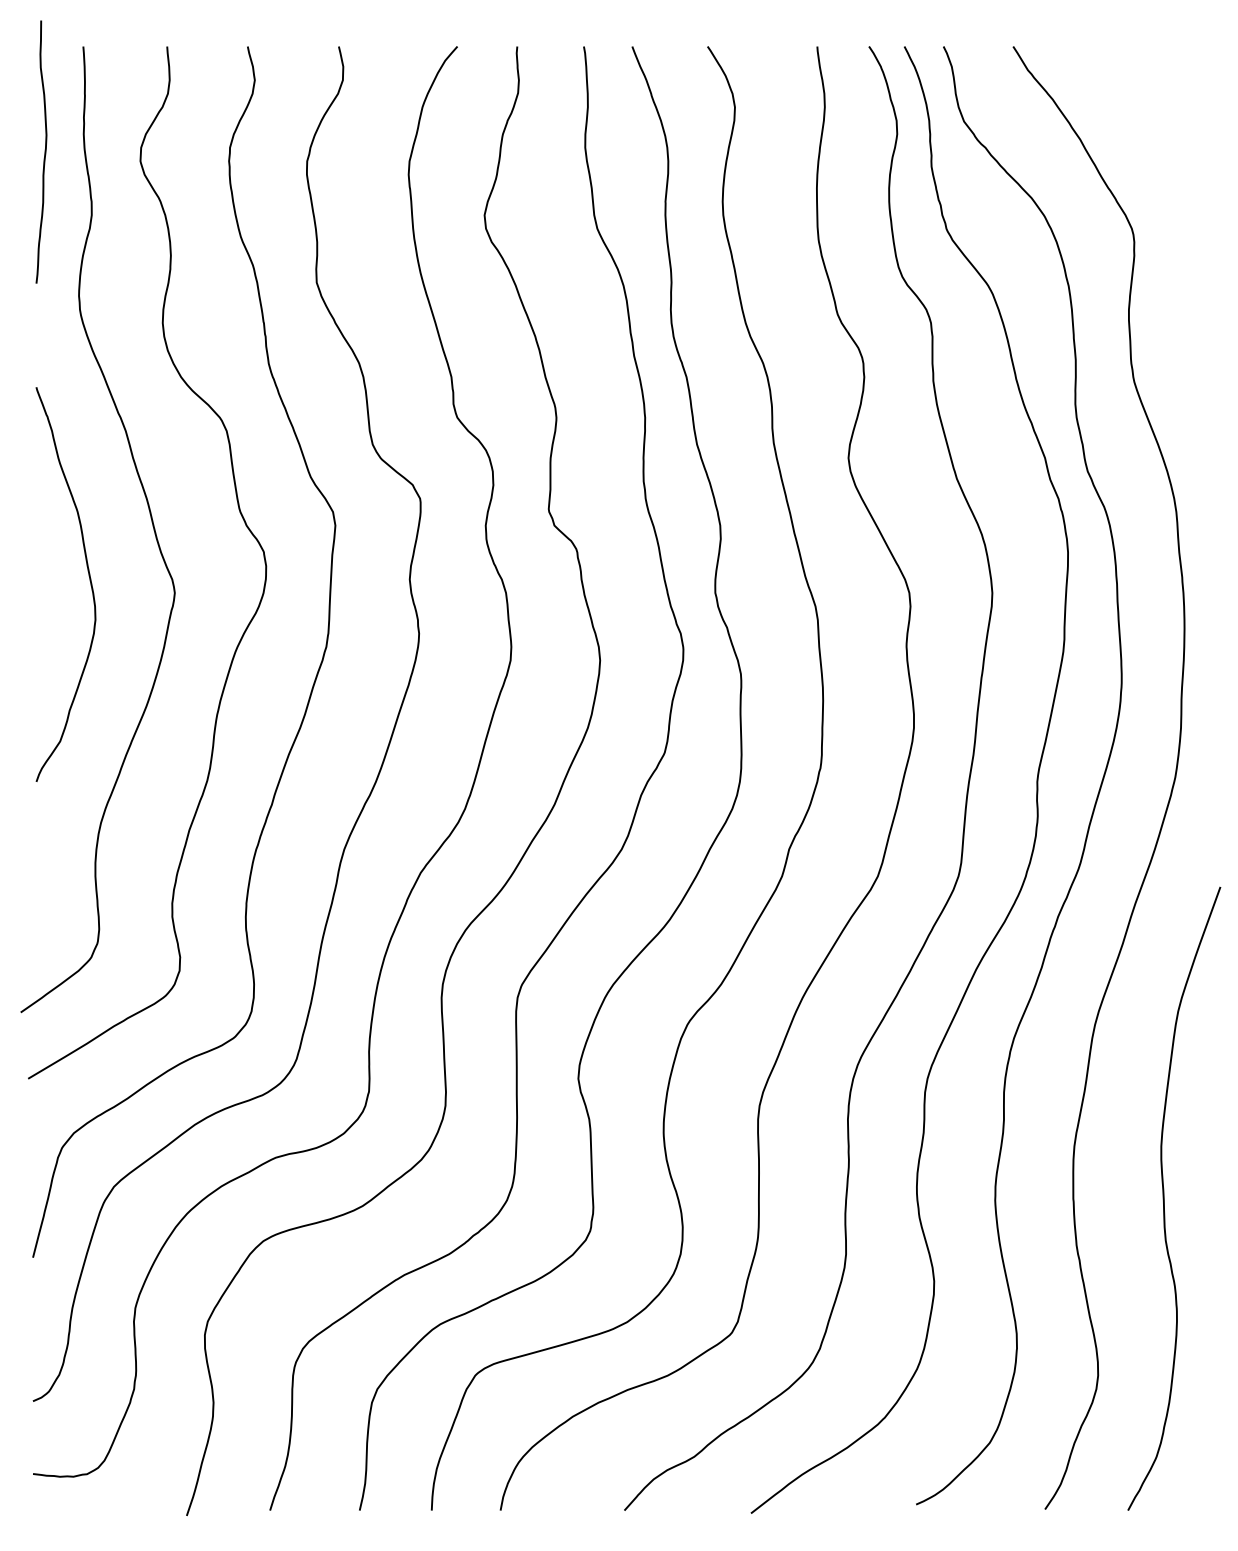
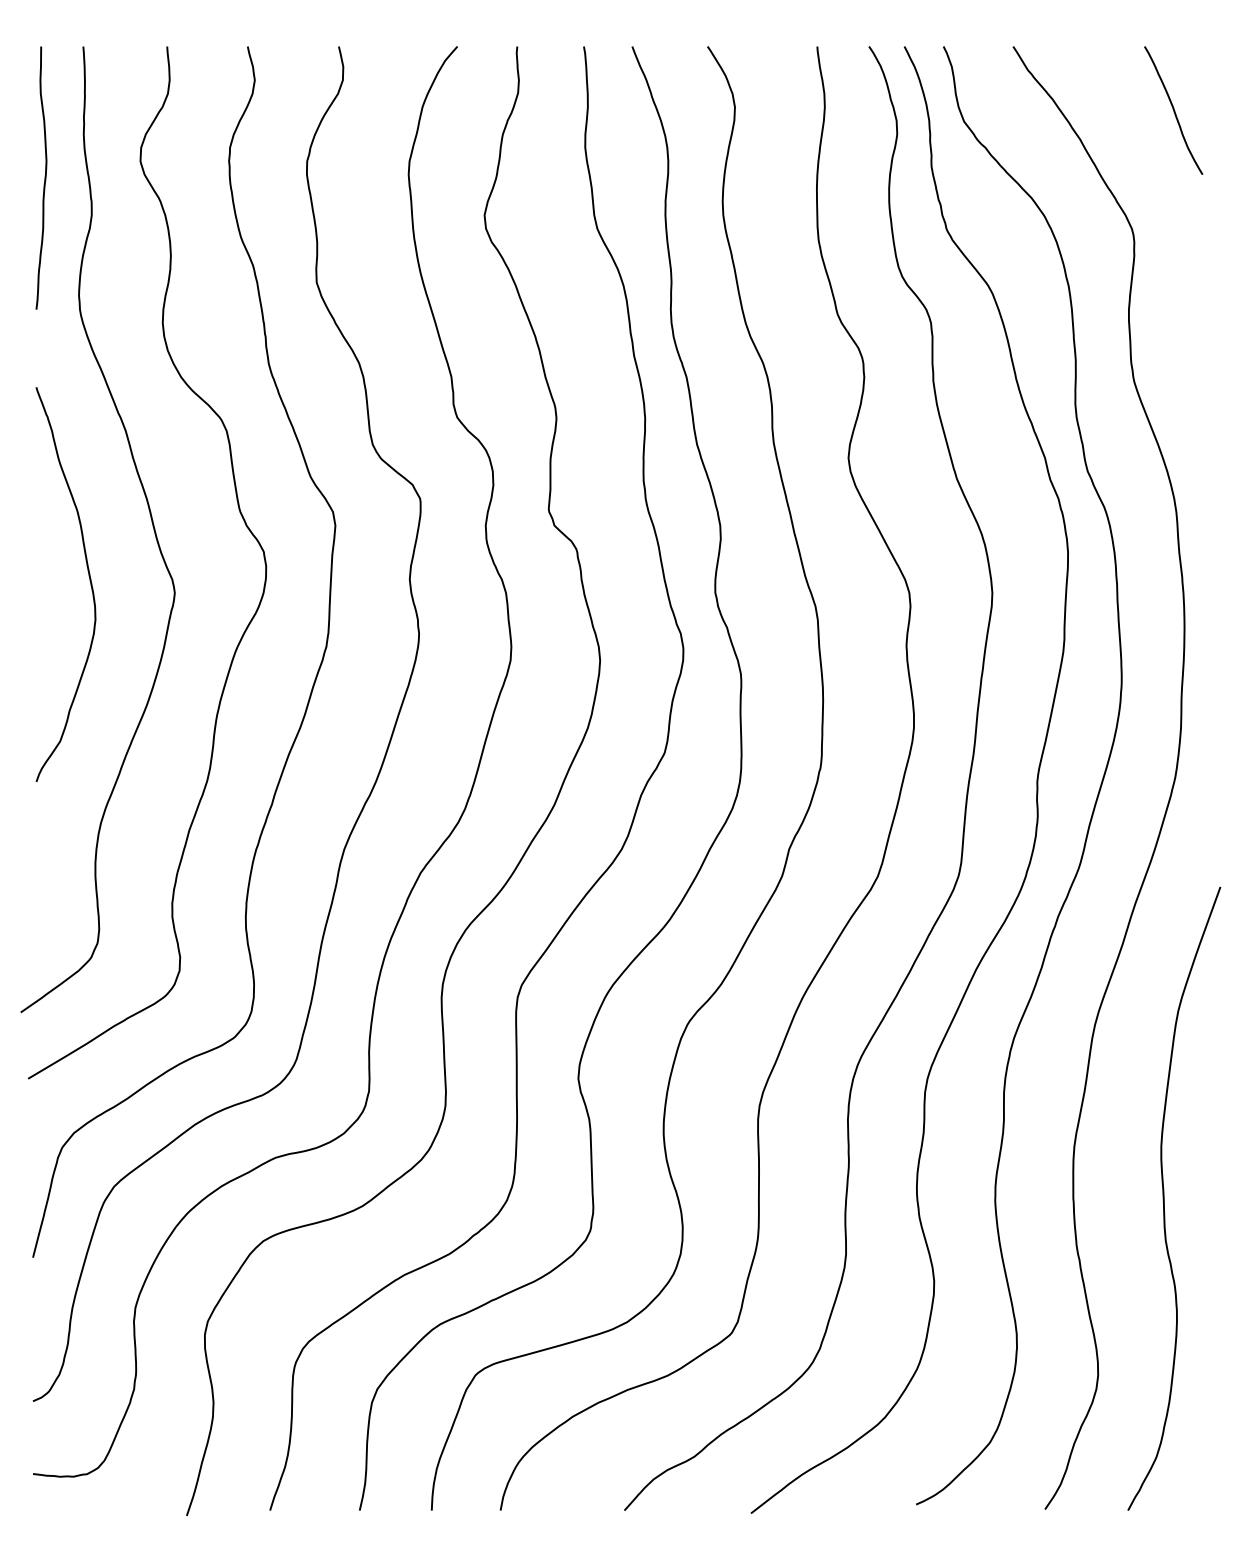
curve at (1173, 110): none -> present
curve at (44, 151) position: (44, 151) -> (44, 177)
